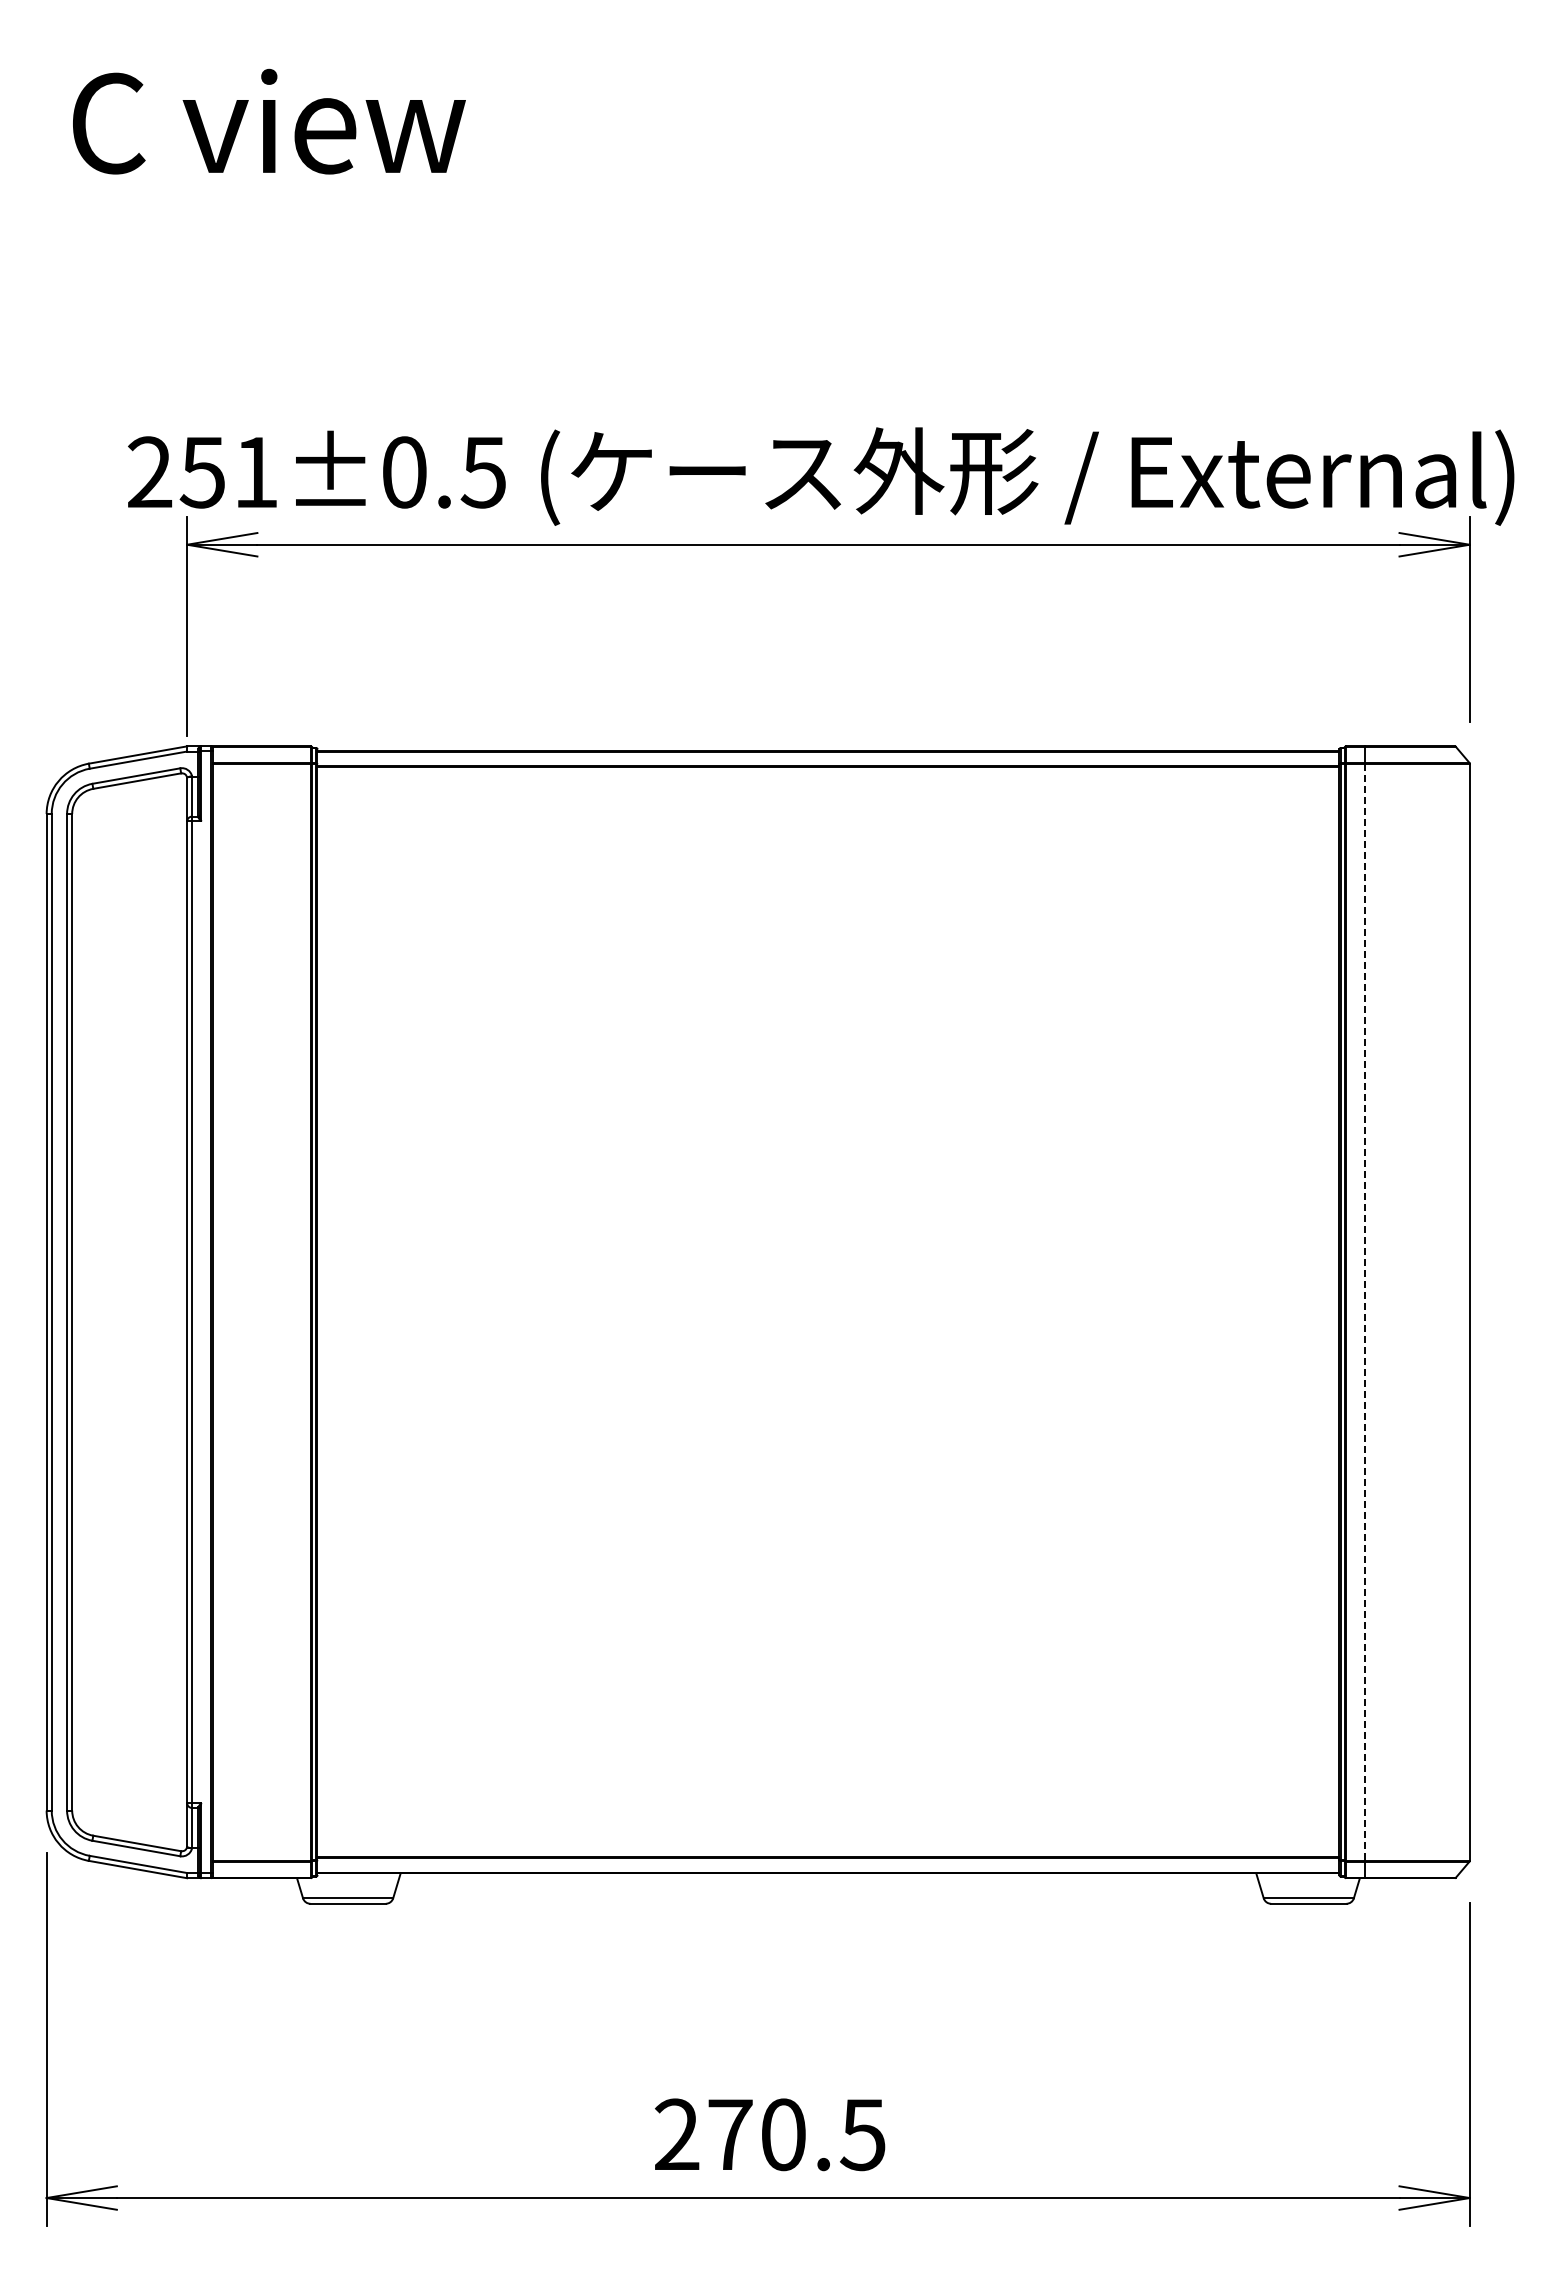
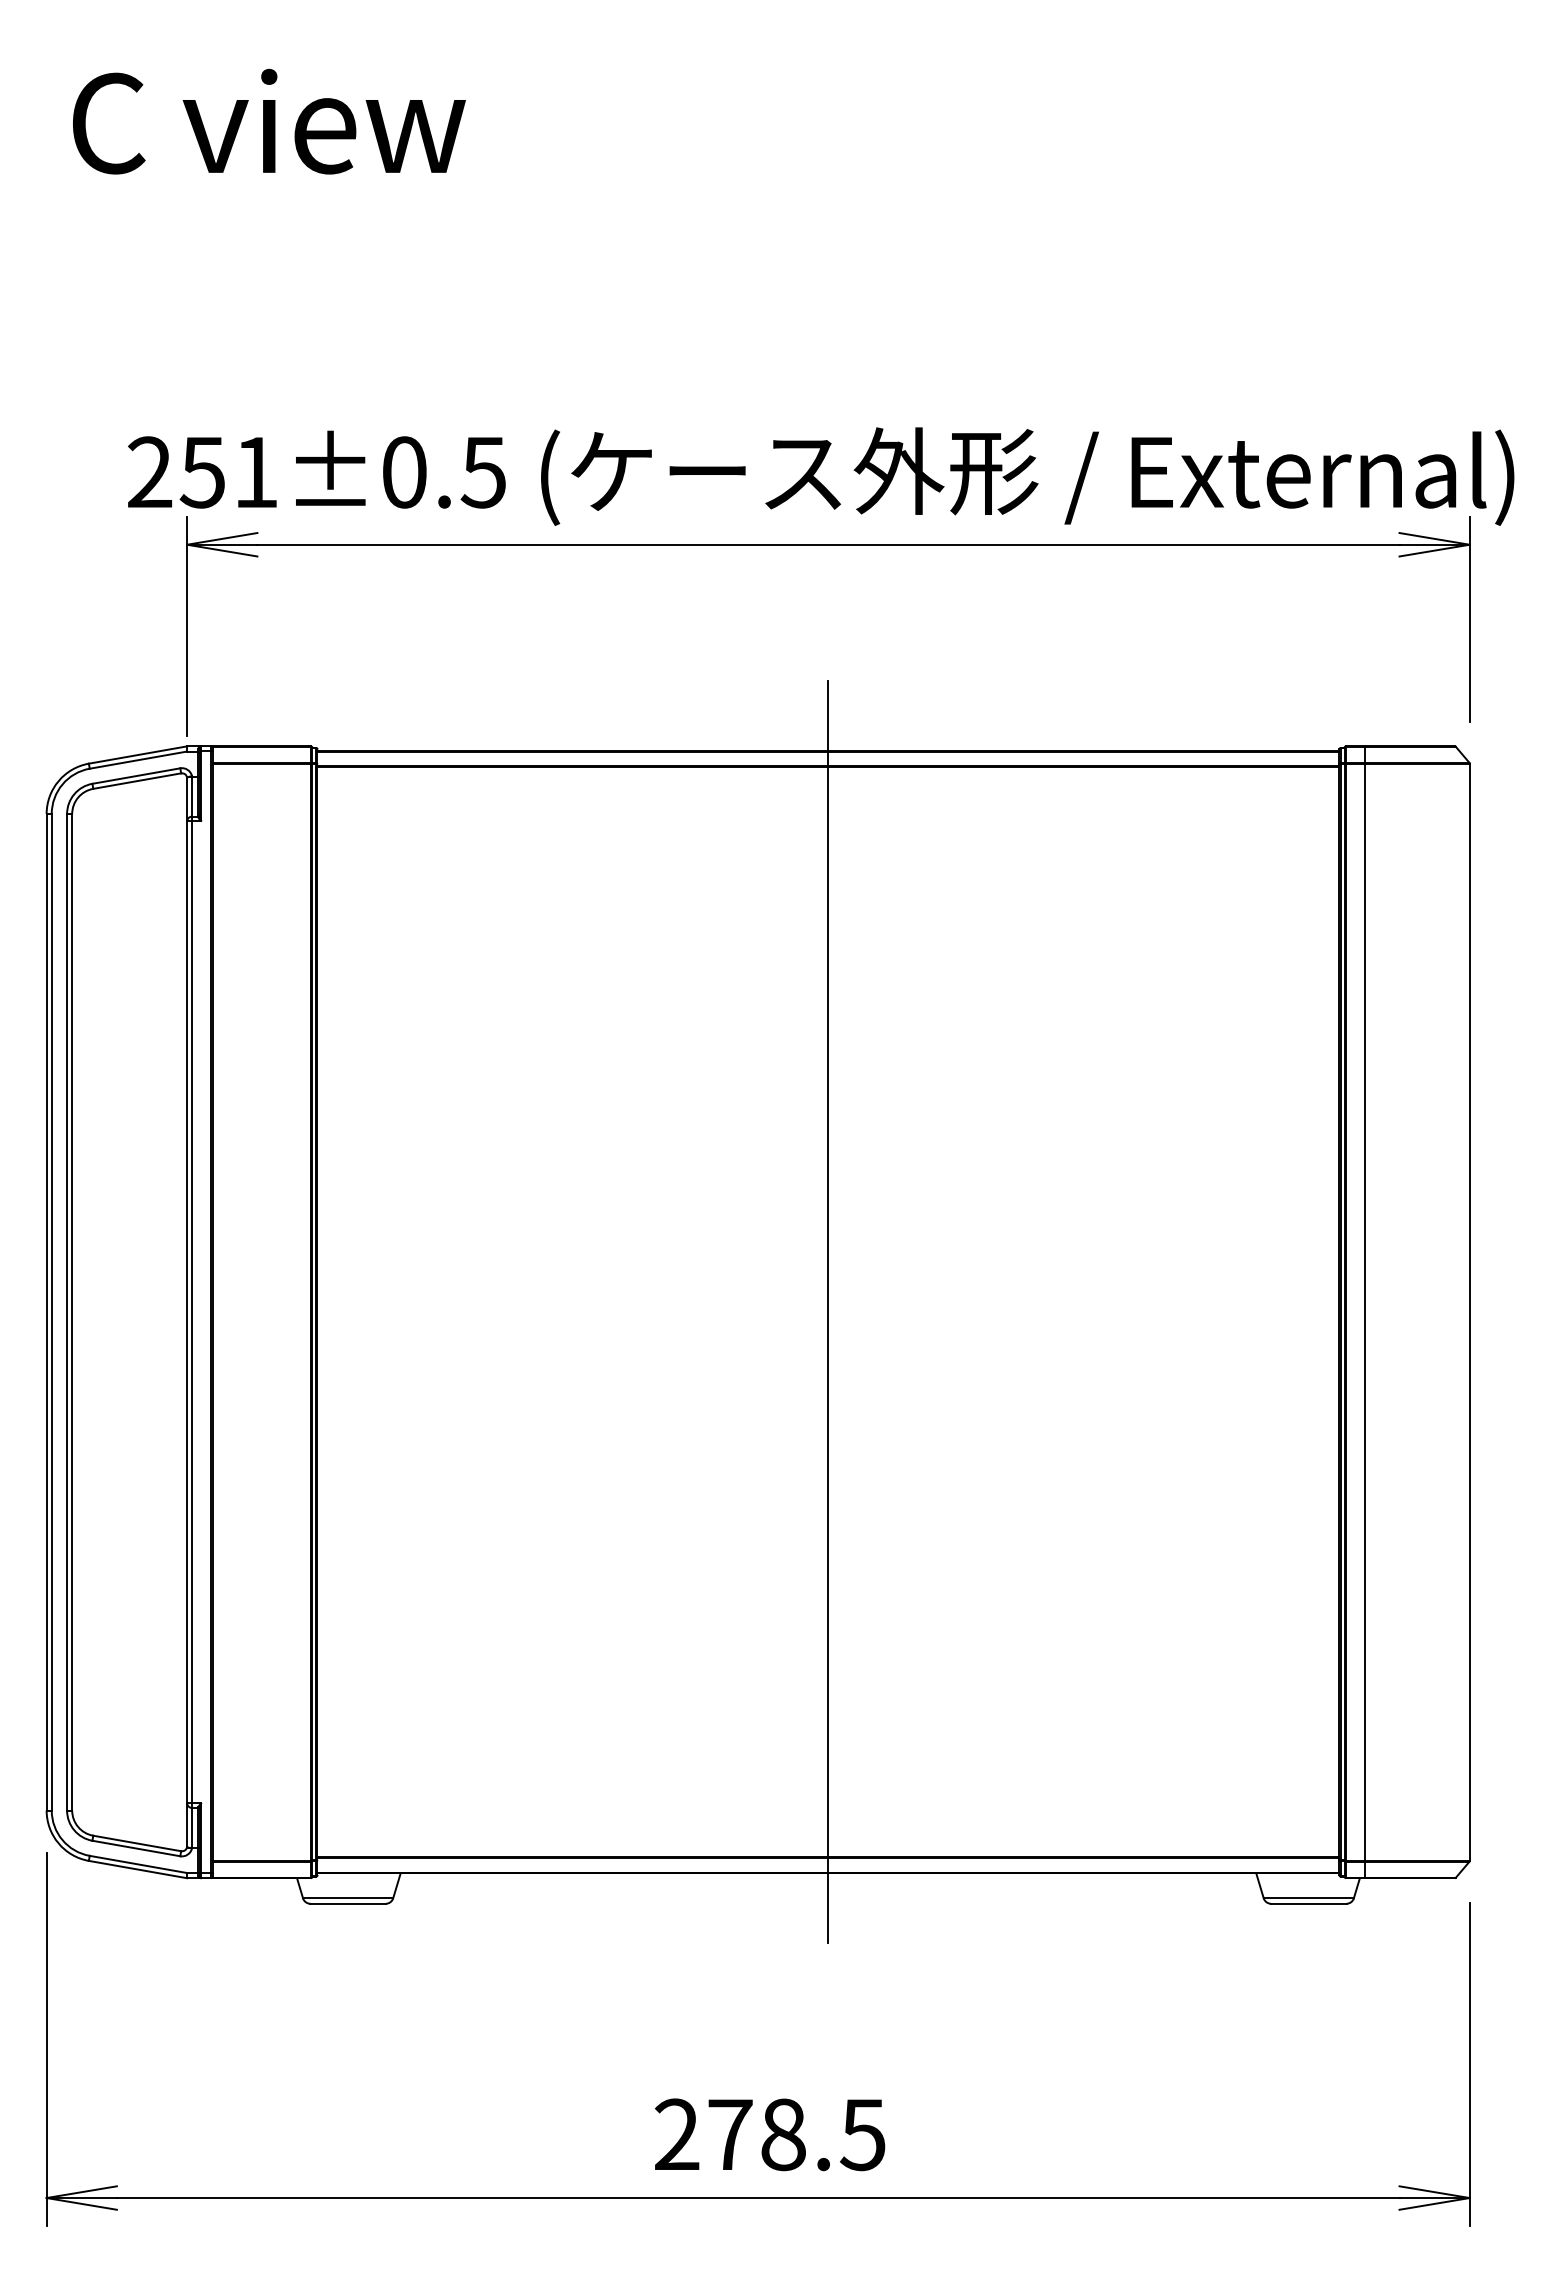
line at (828, 1312): none -> present
line at (1365, 1312): dashed -> solid
text at (783, 2134): 270.5 -> 278.5
